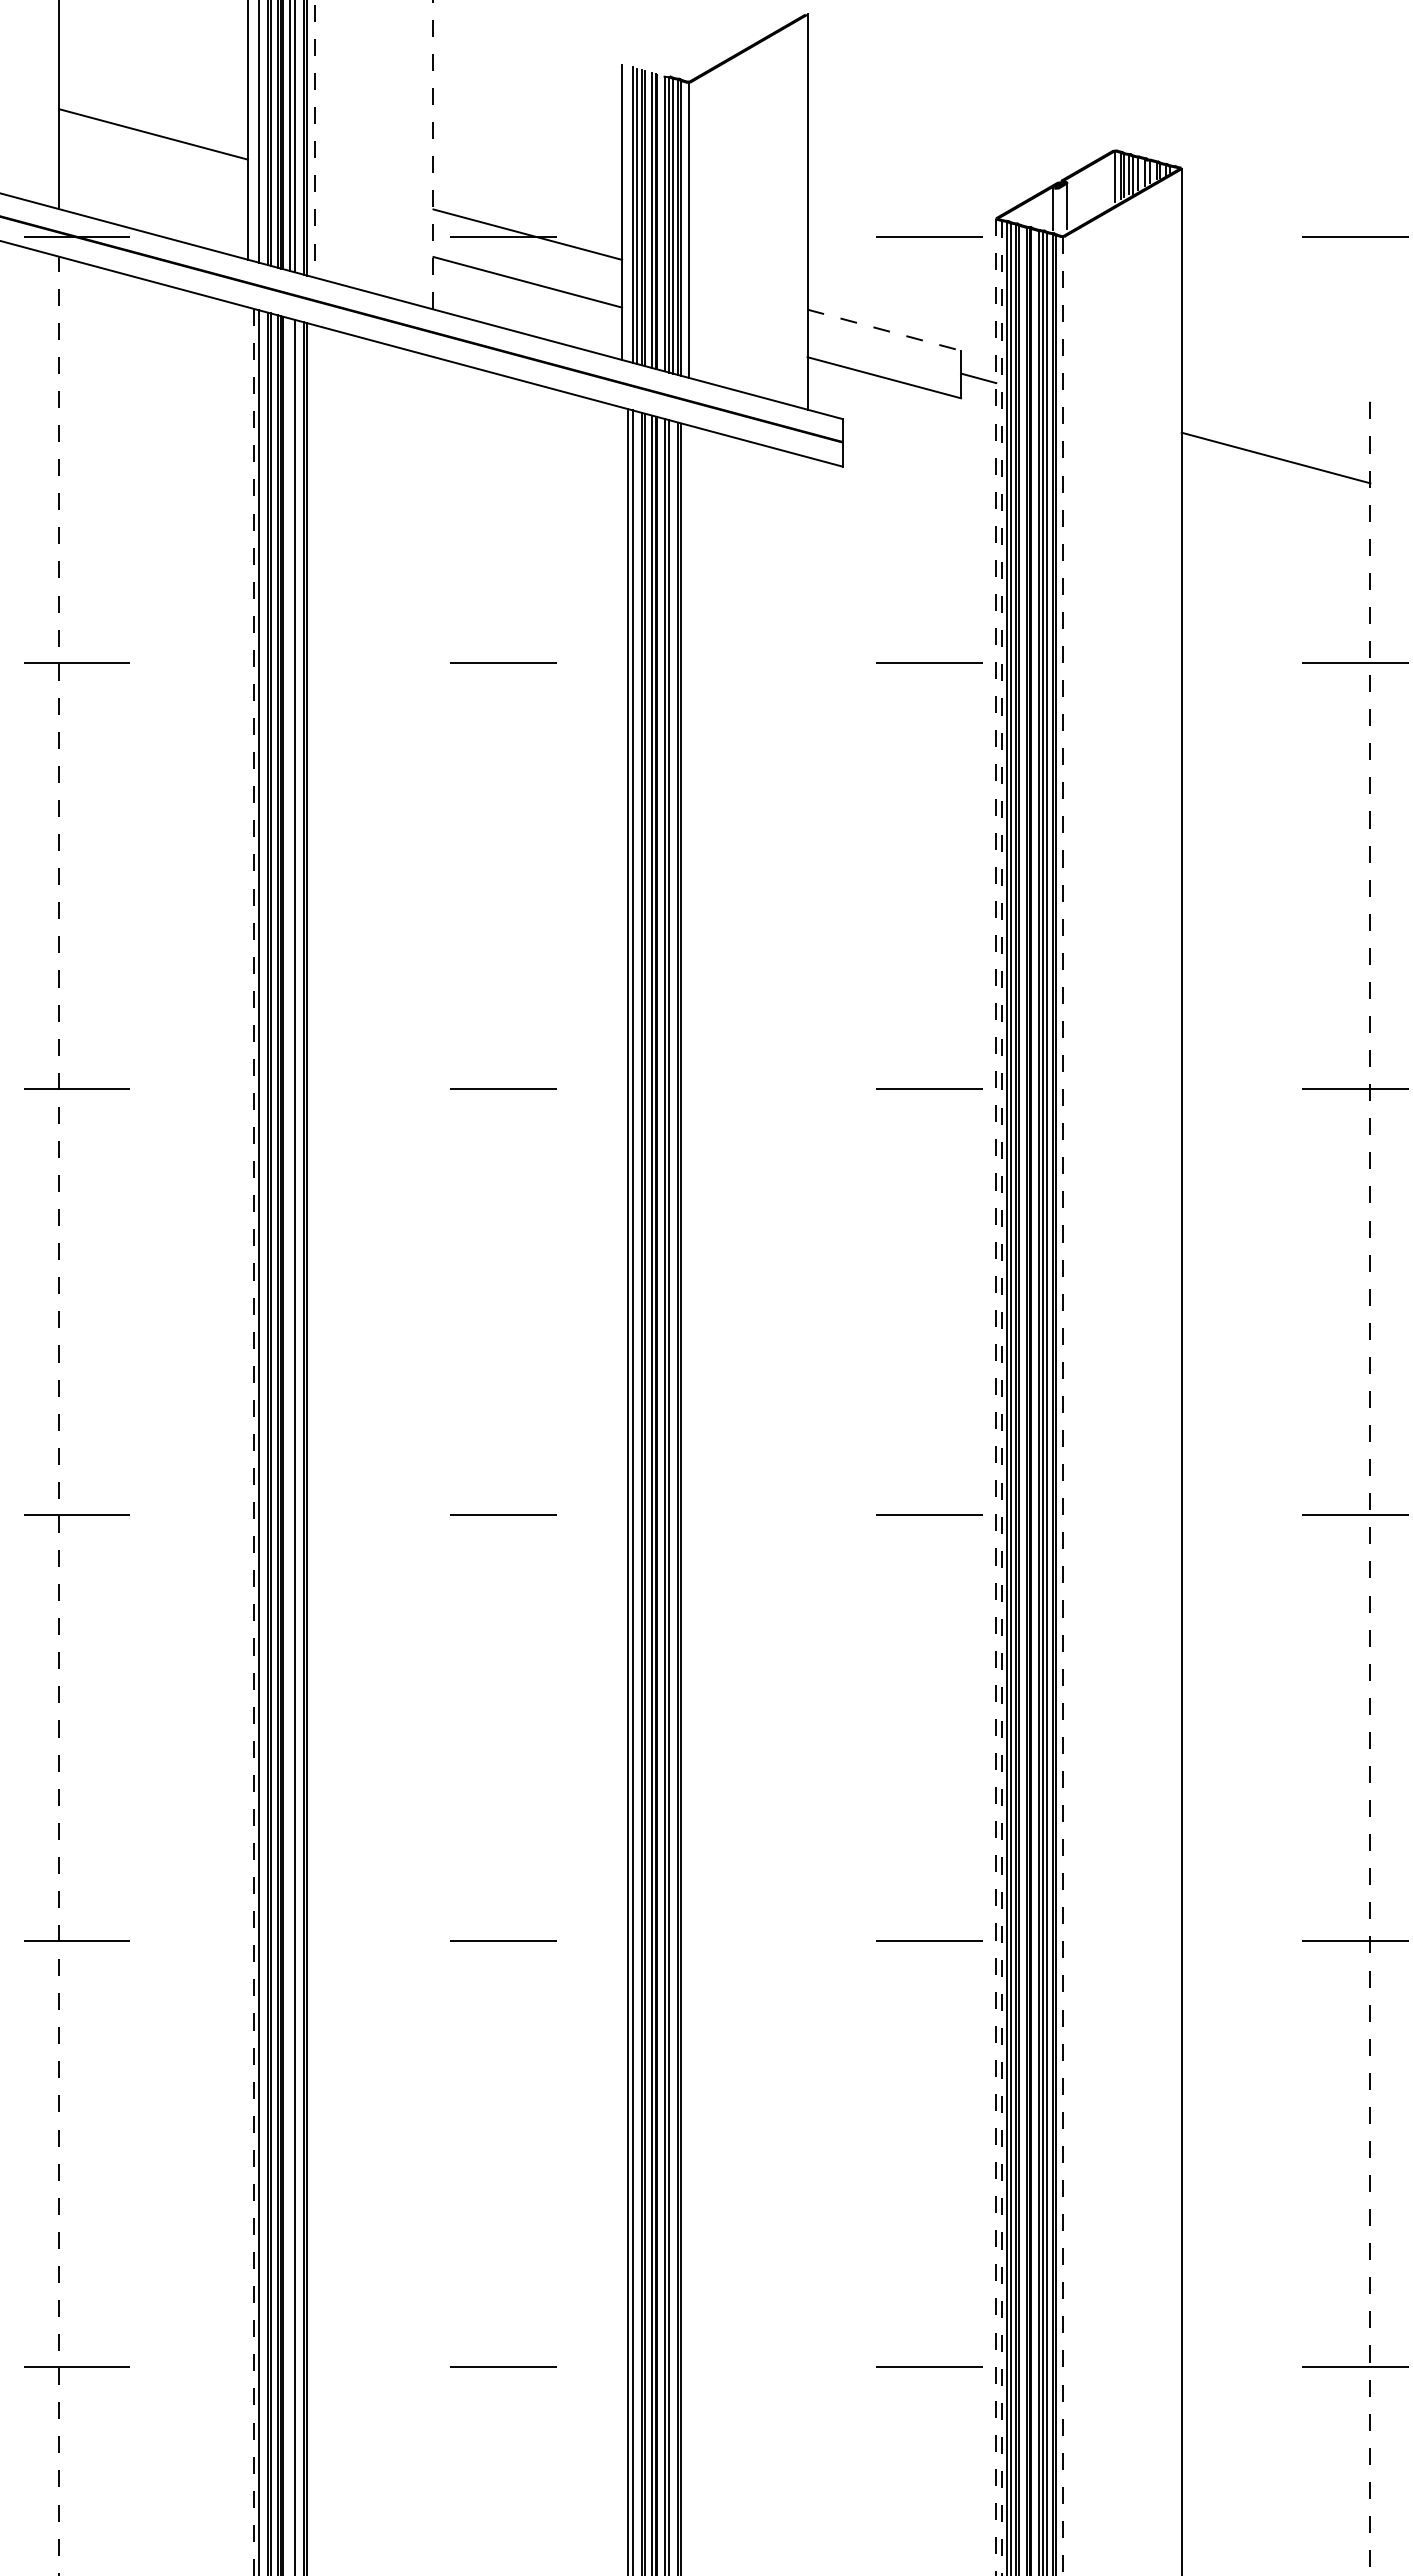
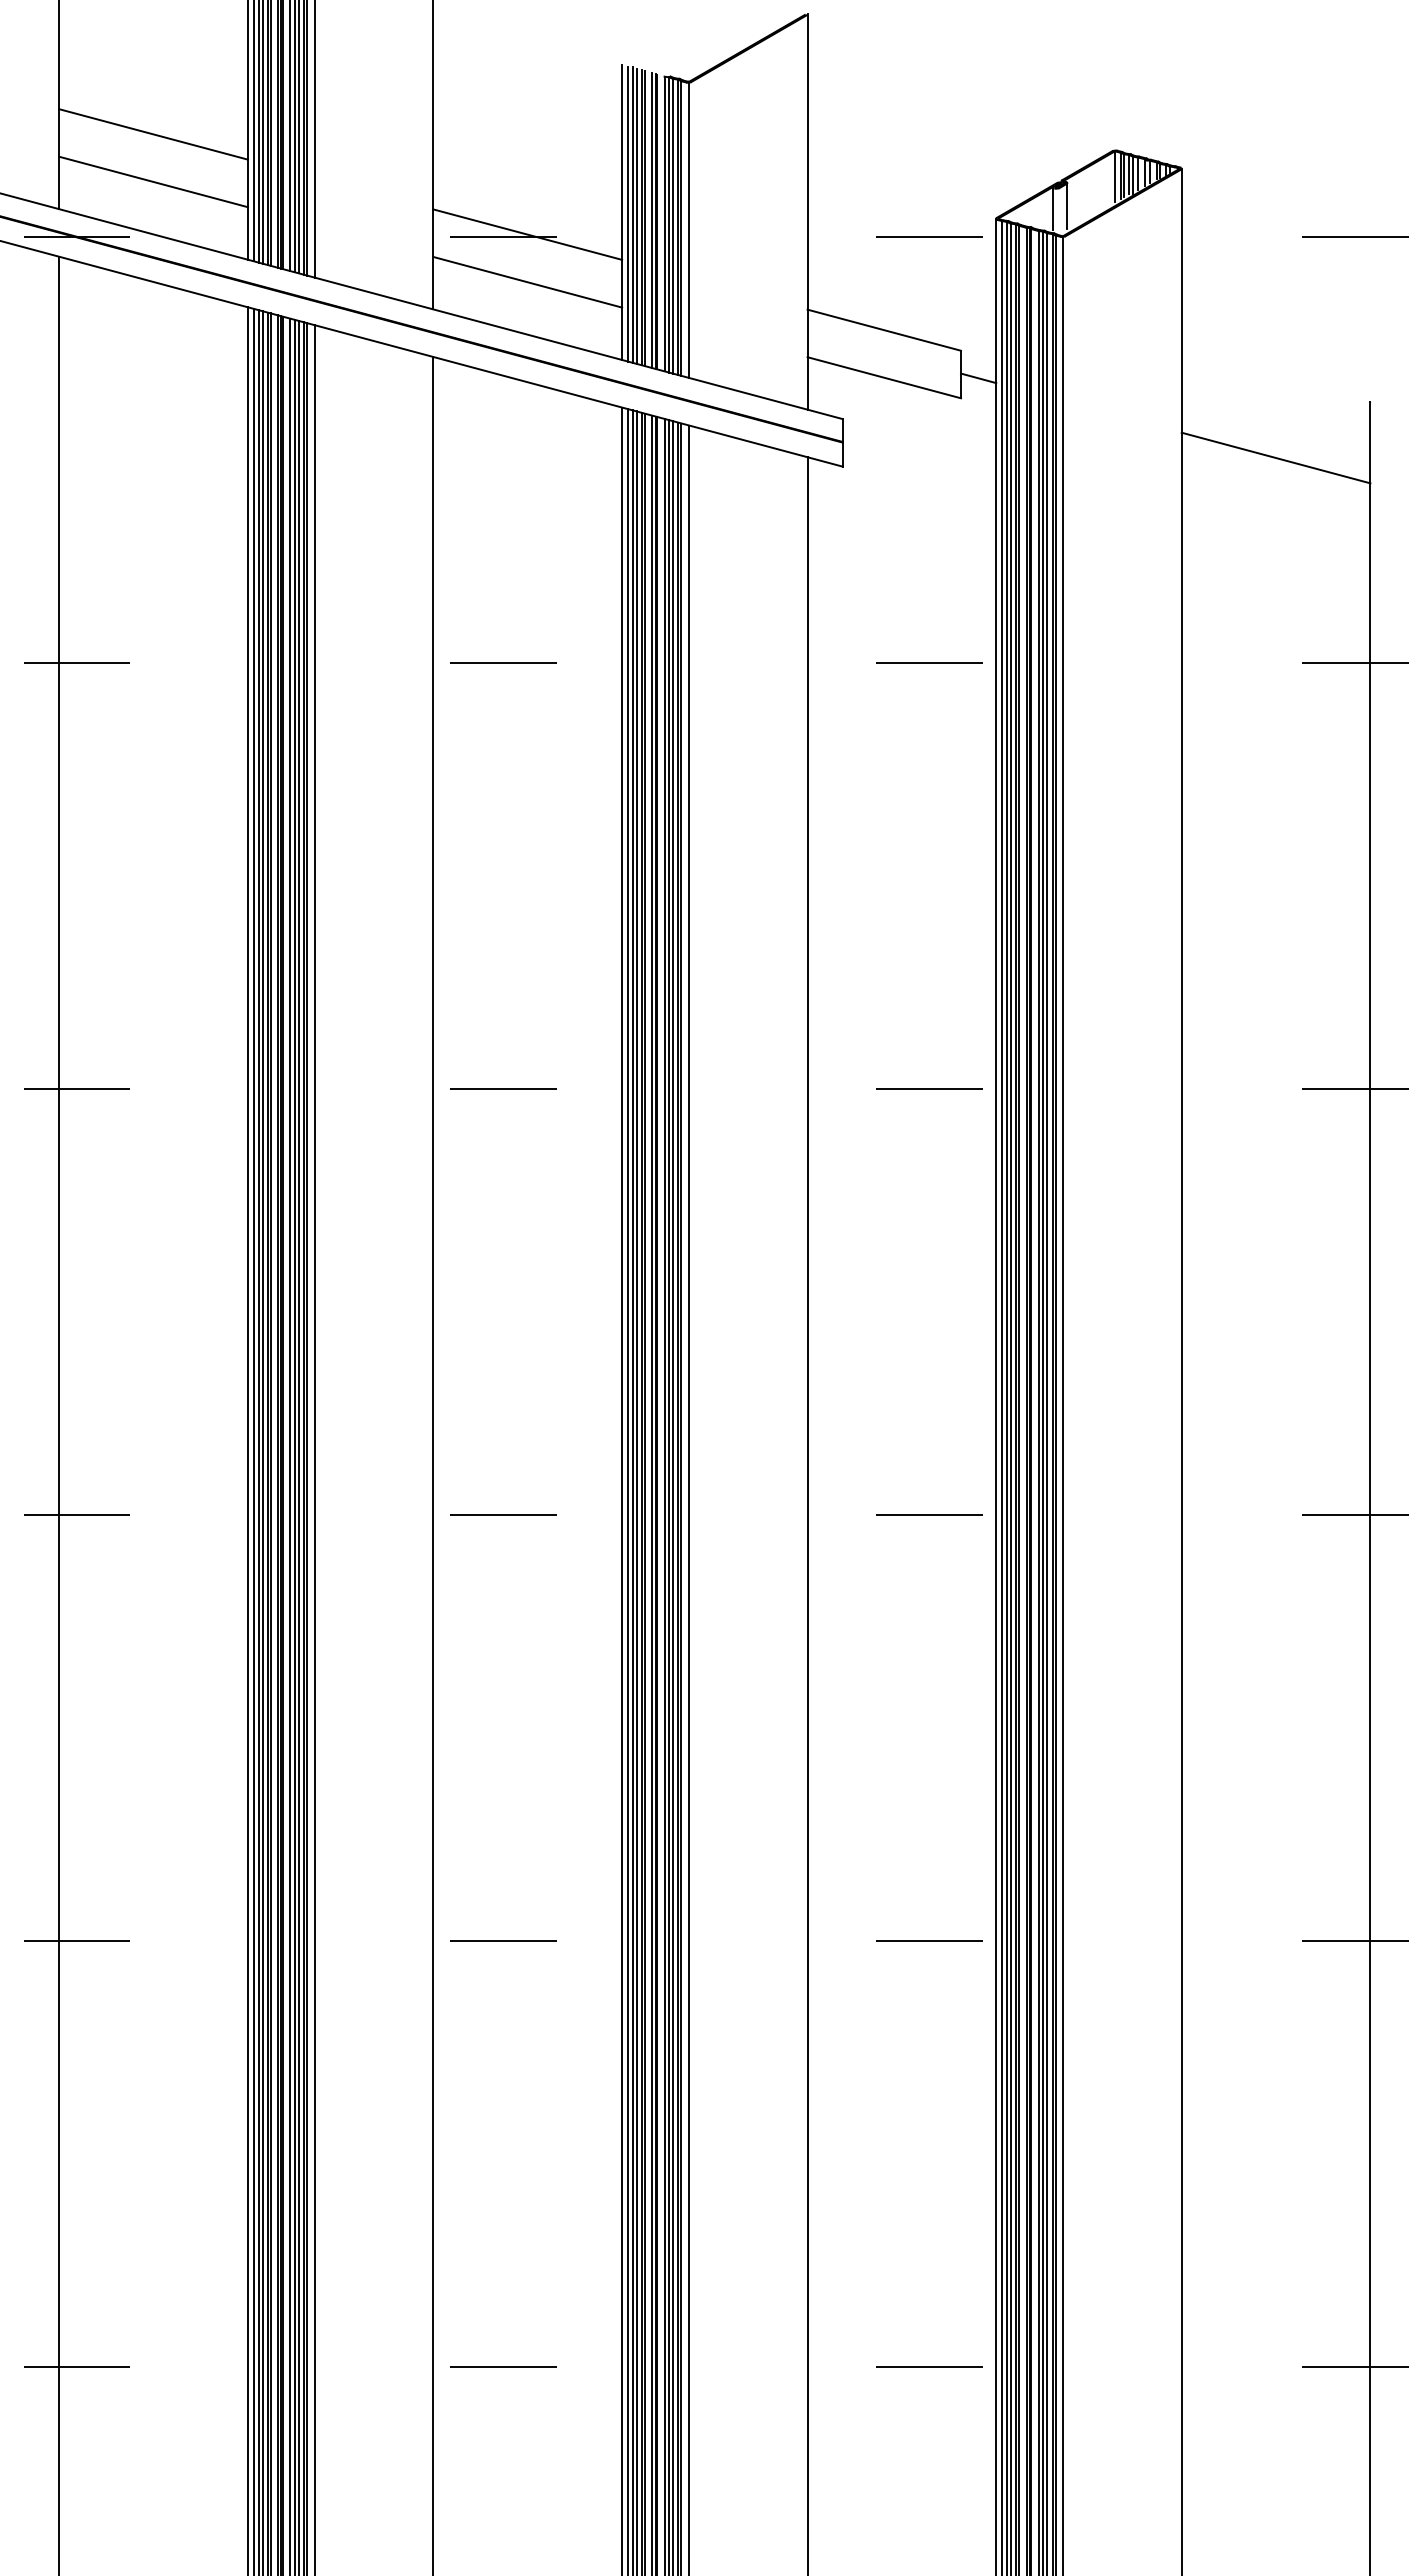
line at (254, 131): none -> present
line at (262, 132): none -> present
line at (298, 137): none -> present
line at (314, 139): dashed -> solid
line at (433, 154): dashed -> solid
line at (153, 181): none -> present
line at (628, 213): none -> present
line at (884, 330): dashed -> solid
line at (996, 1397): dashed -> solid
line at (1002, 1398): dashed -> solid
line at (1063, 1406): dashed -> solid
line at (59, 1415): dashed -> solid
line at (248, 1439): none -> present
line at (262, 1441): none -> present
line at (254, 1442): dashed -> solid
line at (290, 1445): none -> present
line at (298, 1446): none -> present
line at (314, 1448): none -> present
line at (433, 1464): none -> present
line at (622, 1489): none -> present
line at (1370, 1489): dashed -> solid
line at (636, 1491): none -> present
line at (673, 1496): none -> present
line at (689, 1498): none -> present
line at (807, 1514): none -> present
